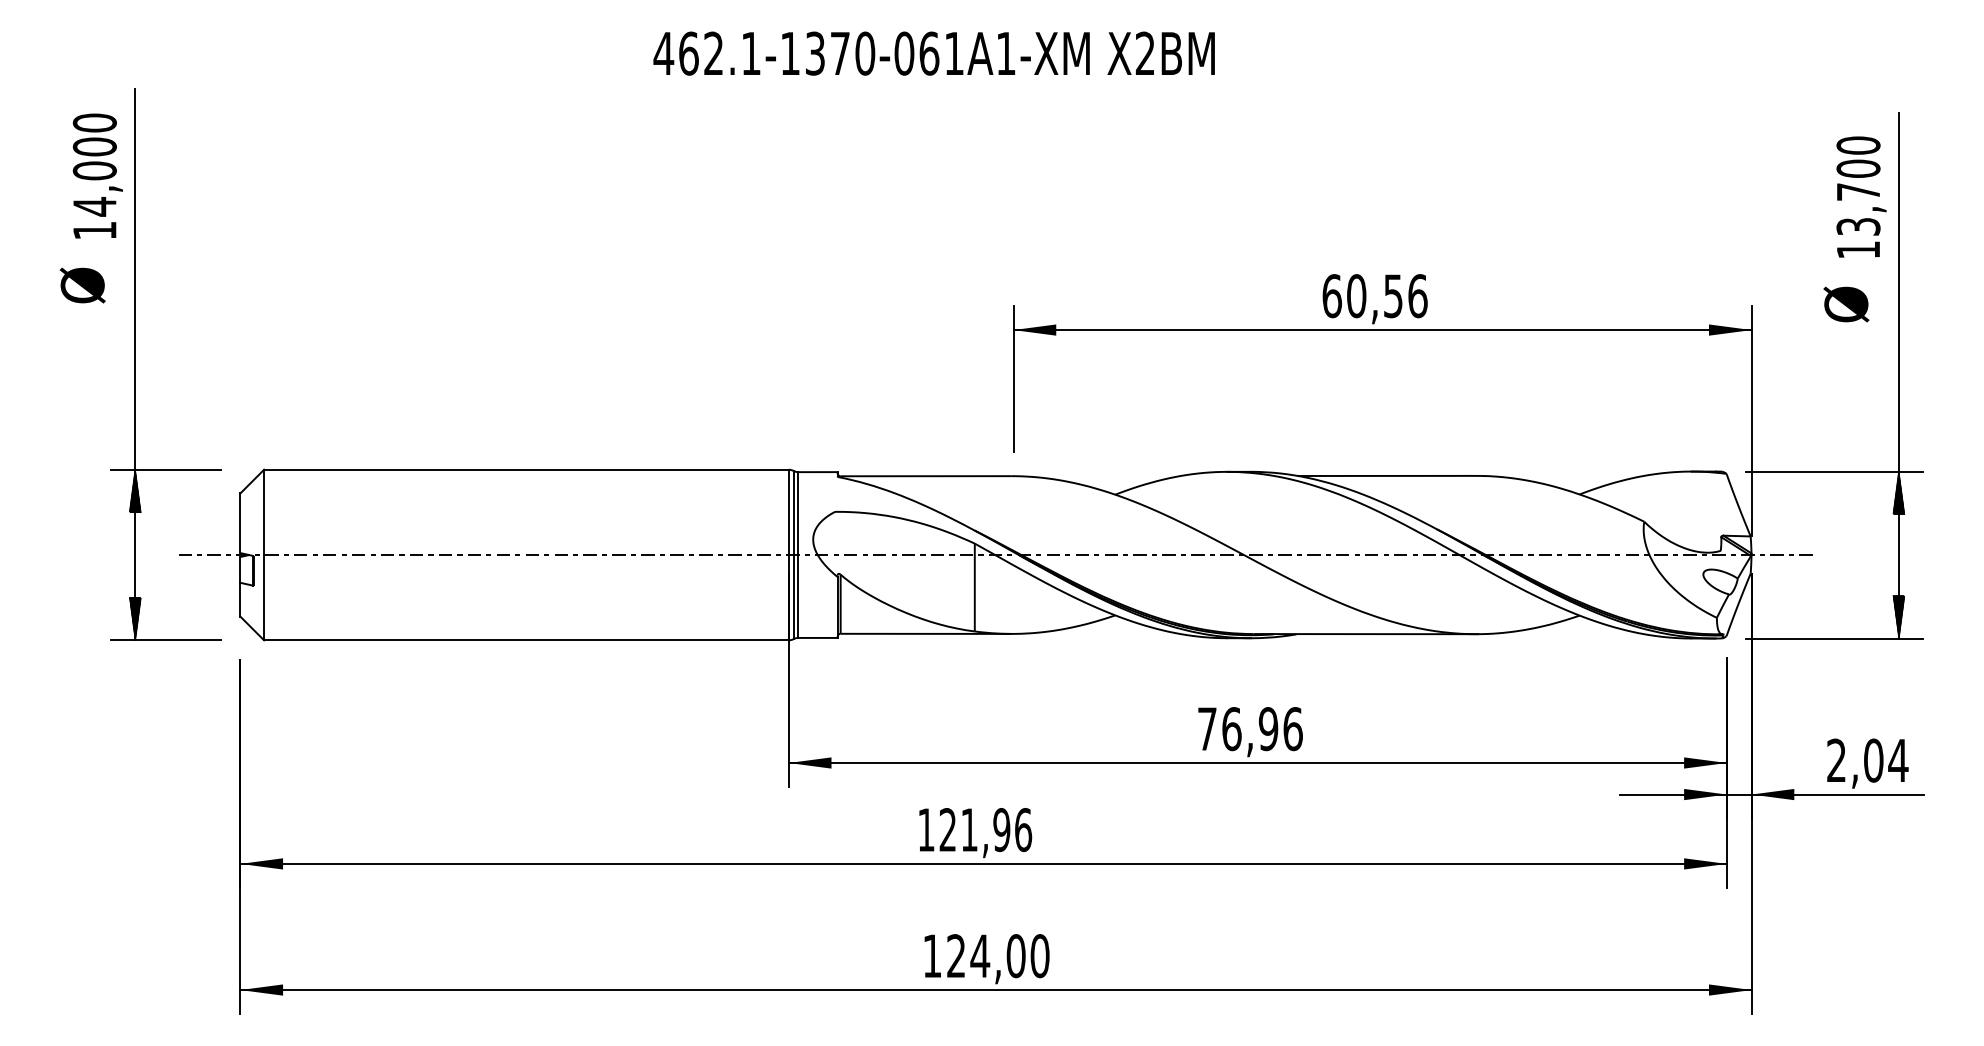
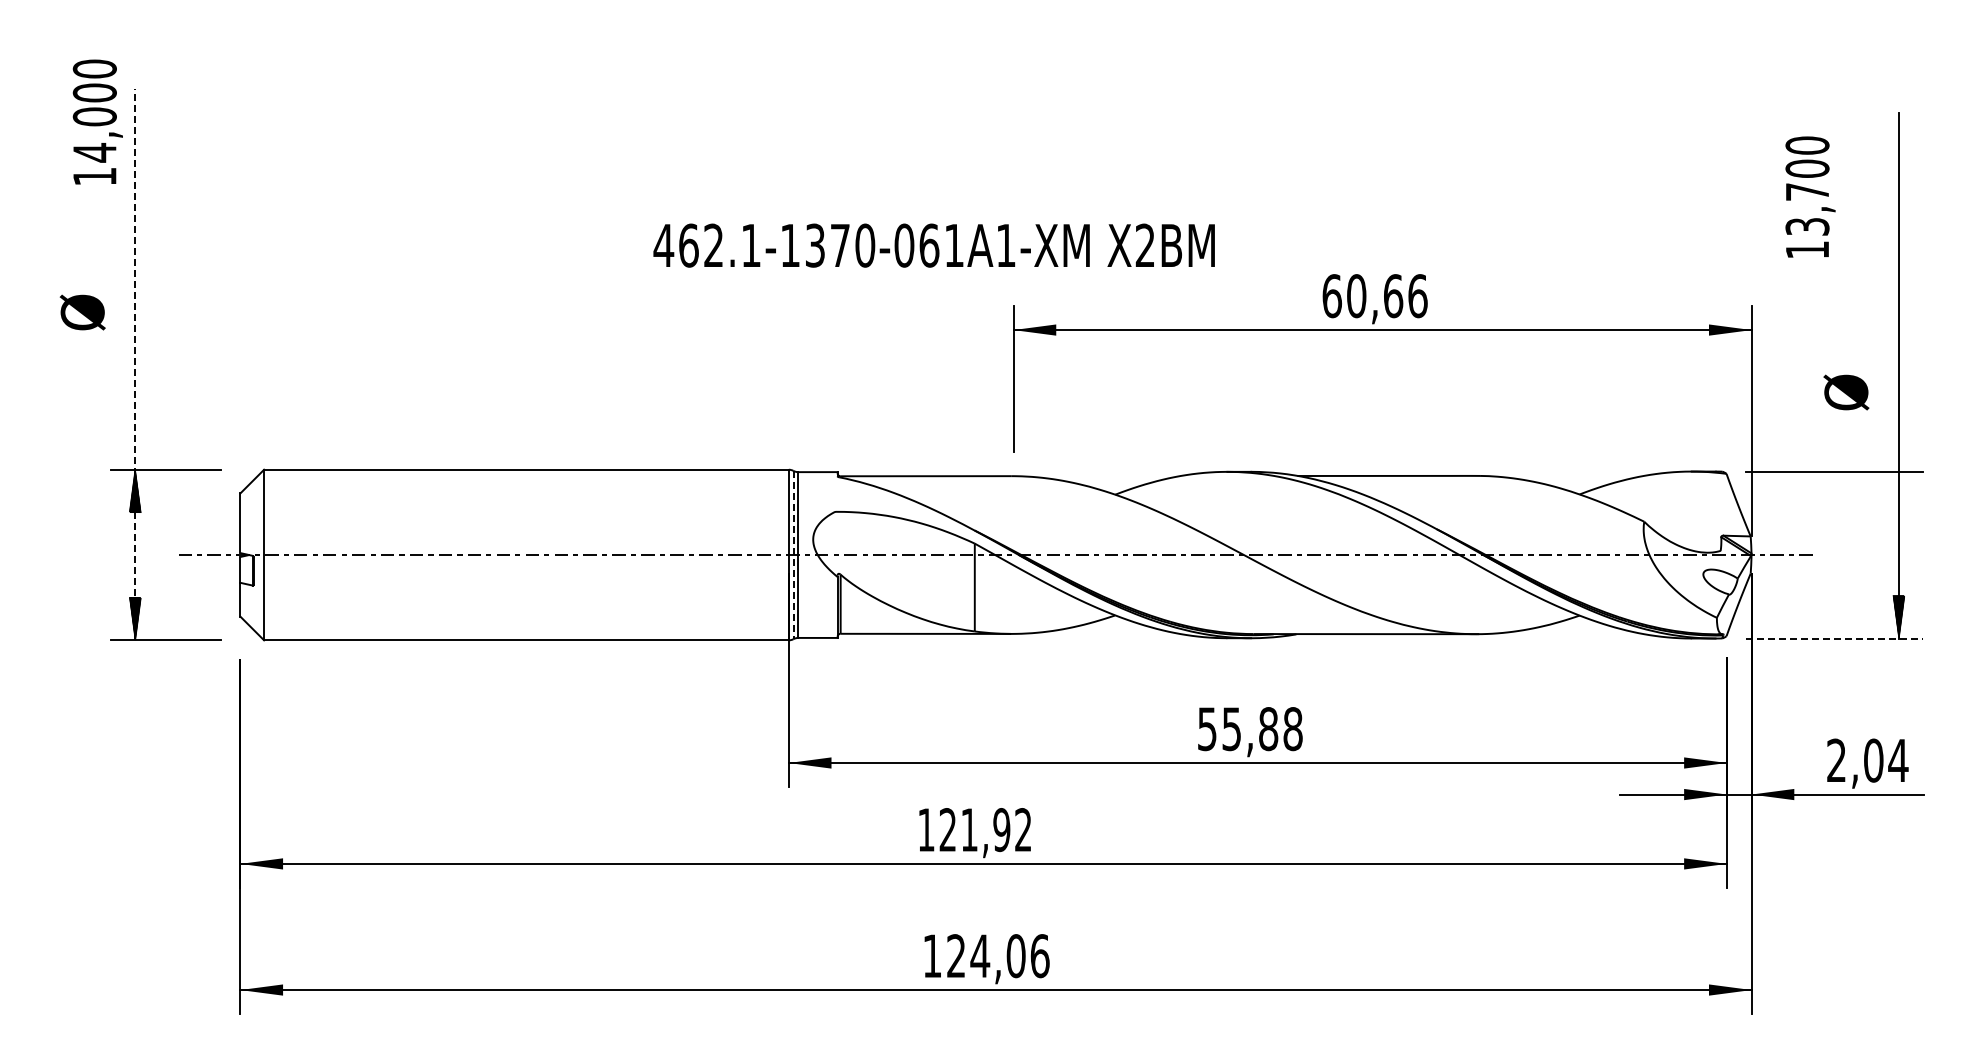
text at (933, 53) position: (933, 53) -> (933, 245)
text at (97, 175) position: (97, 175) -> (97, 121)
text at (1861, 196) position: (1861, 196) -> (1810, 196)
text at (82, 285) position: (82, 285) -> (82, 312)
text at (1393, 296): 60,56 -> 60,66
text at (1846, 304) position: (1846, 304) -> (1846, 392)
line at (135, 364): solid -> dashed
hatch at (1898, 492): present -> none
line at (793, 555): solid -> dashed
line at (1834, 638): solid -> dashed
text at (1250, 729): 76,96 -> 55,88
text at (1023, 830): 121,96 -> 121,92
text at (1039, 956): 124,00 -> 124,06
